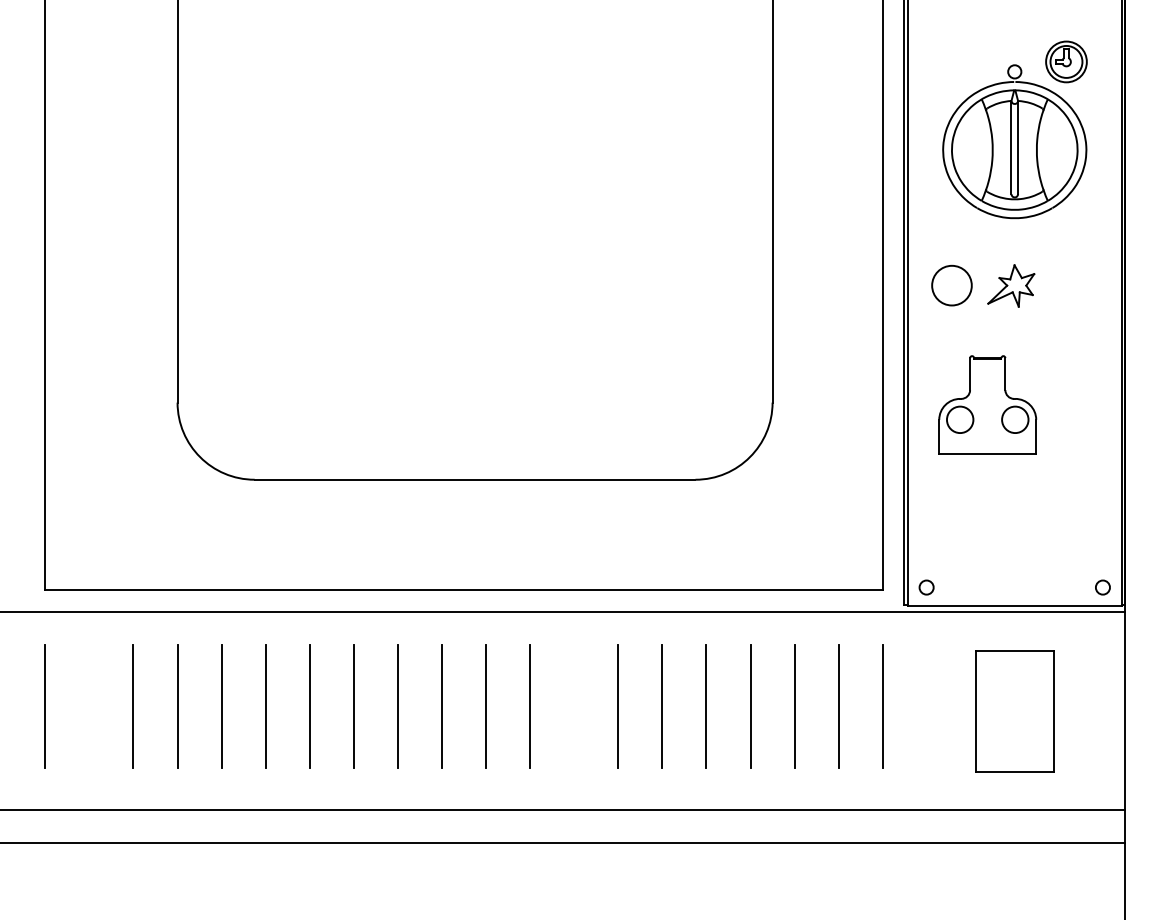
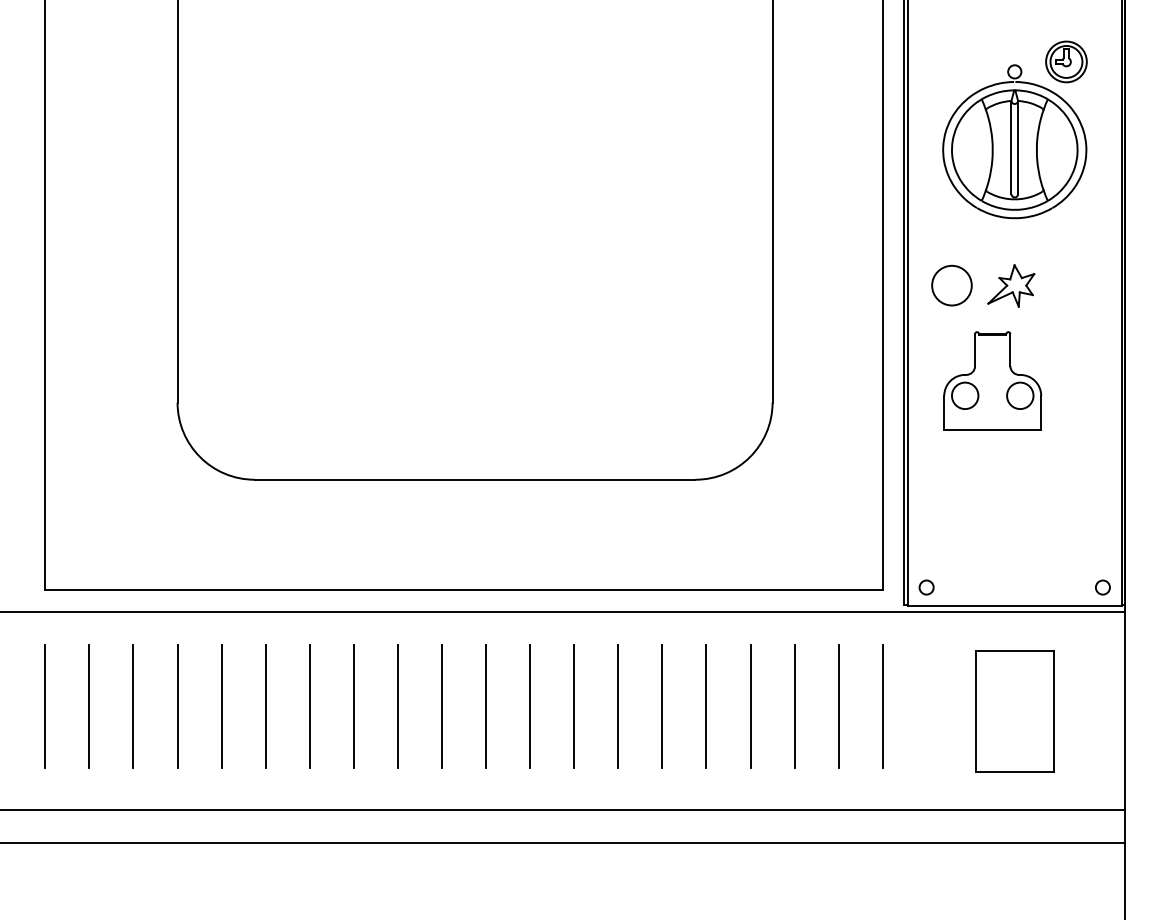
part at (987, 404) position: (987, 404) -> (992, 380)
line at (89, 706): none -> present
line at (573, 706): none -> present
